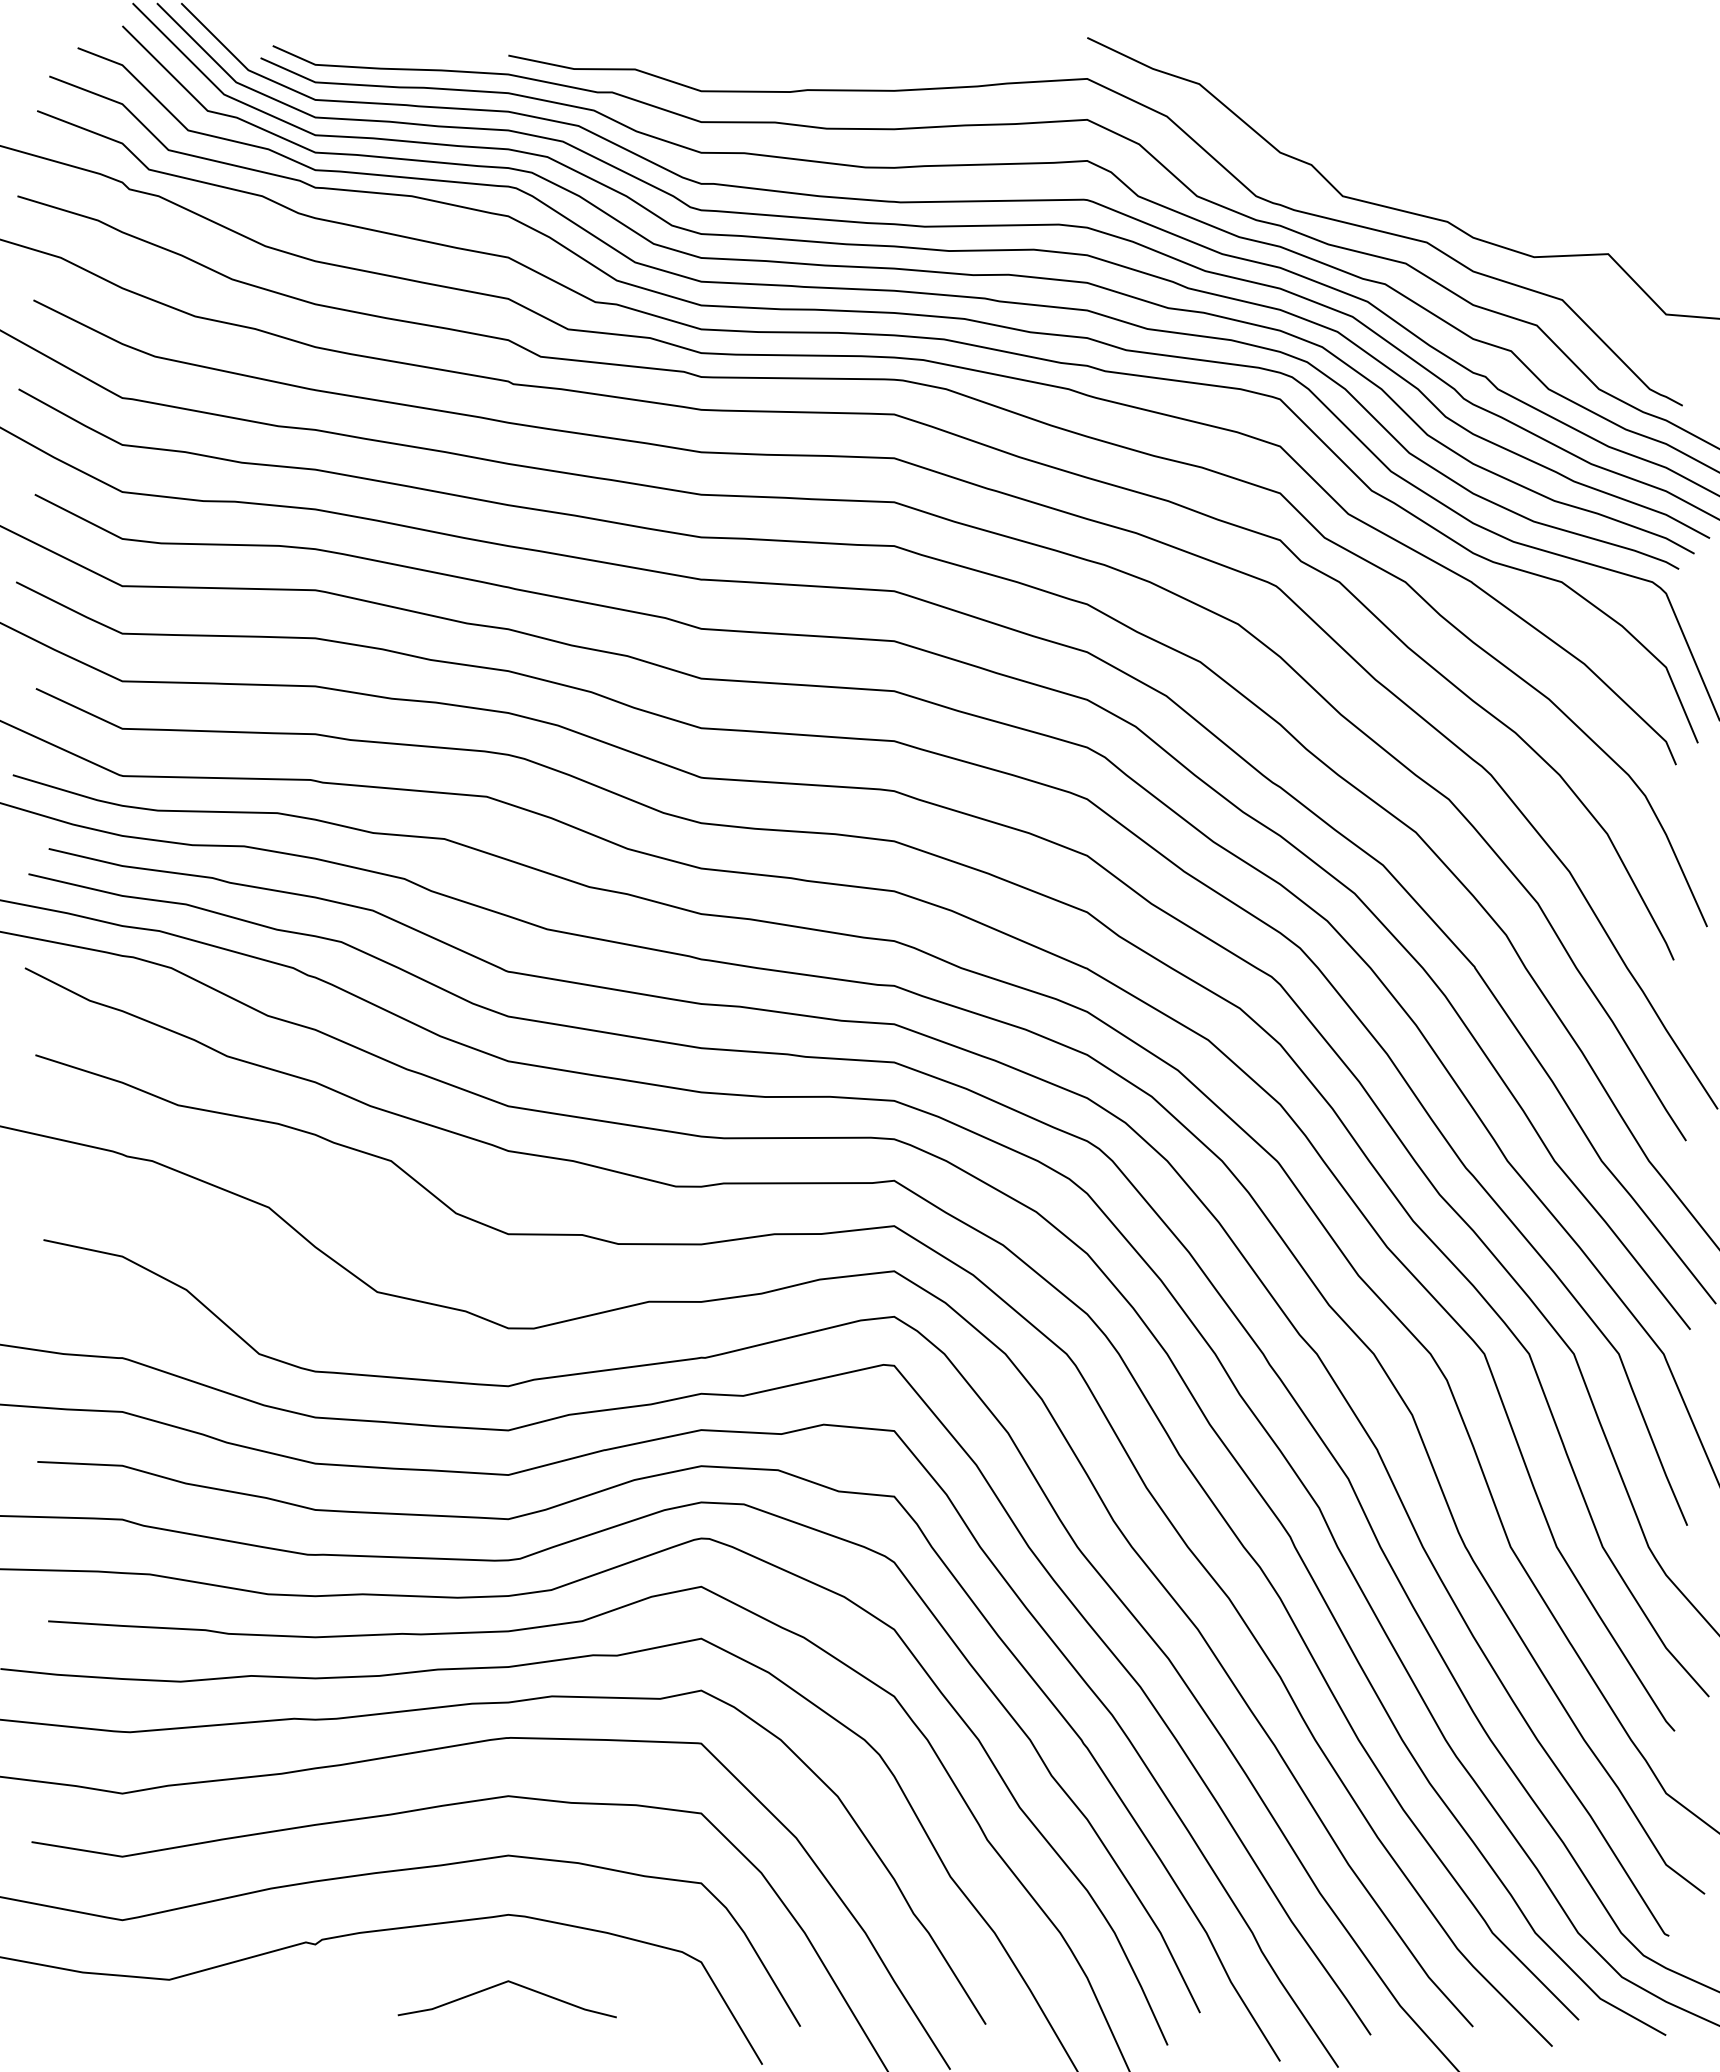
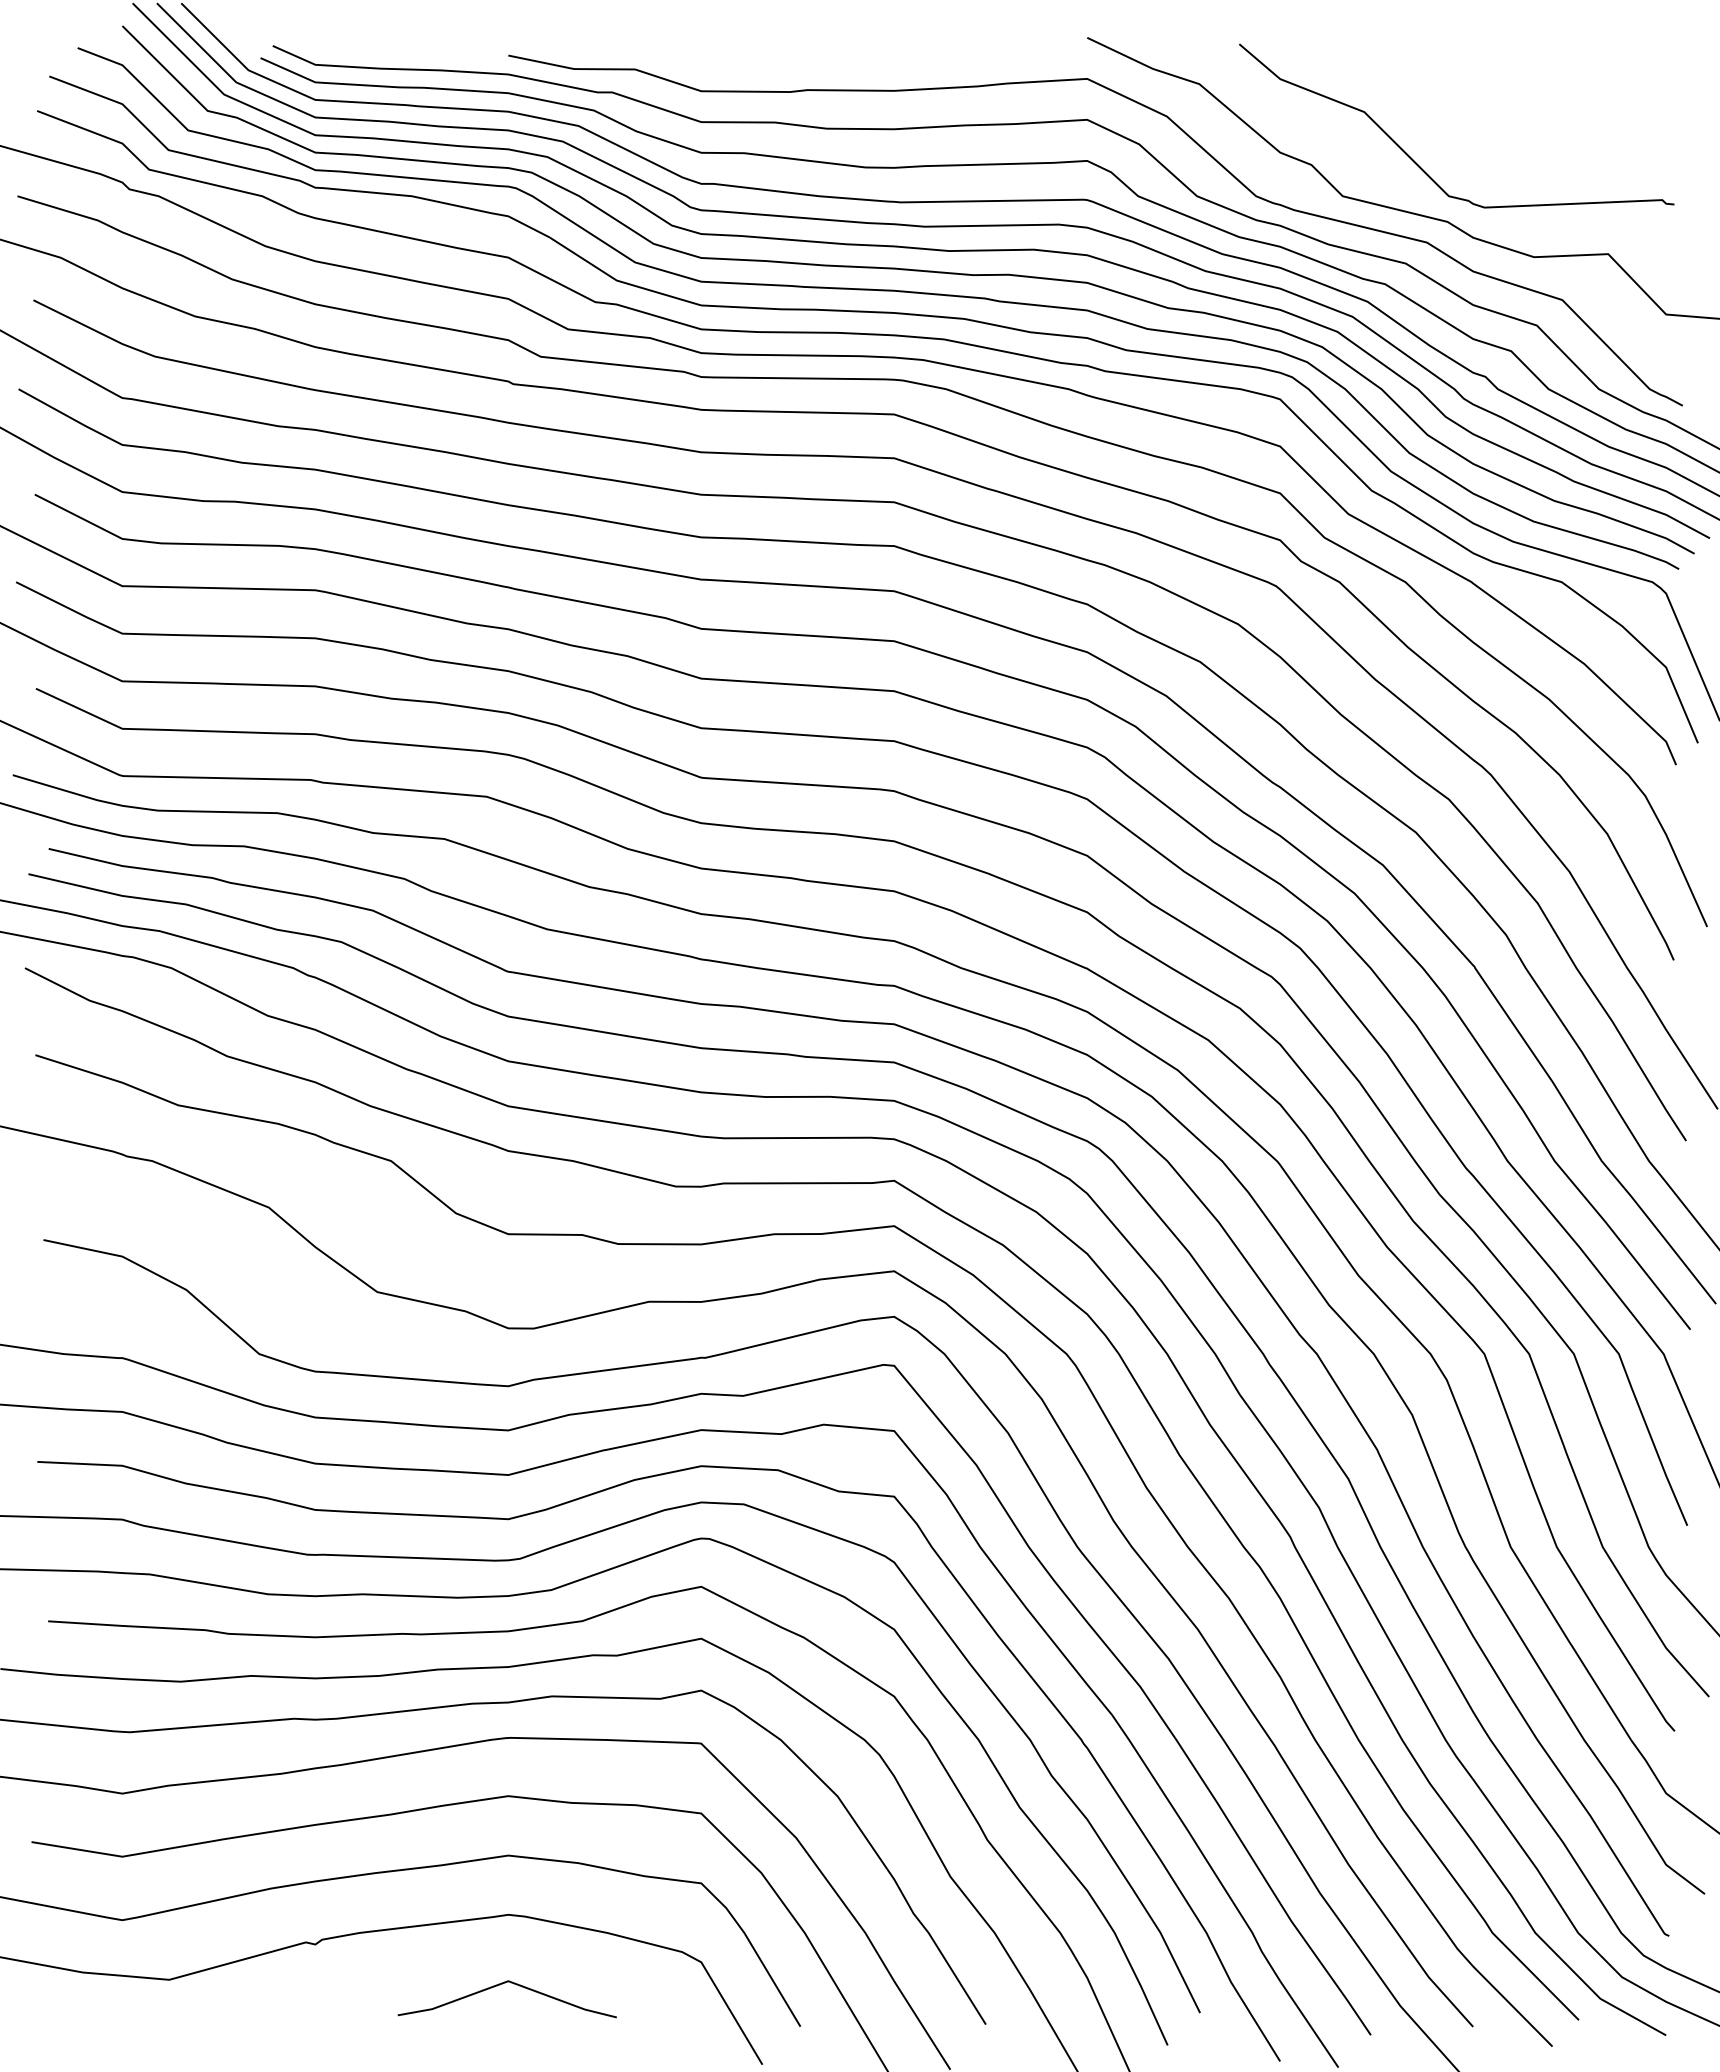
curve at (1417, 163): none -> present
